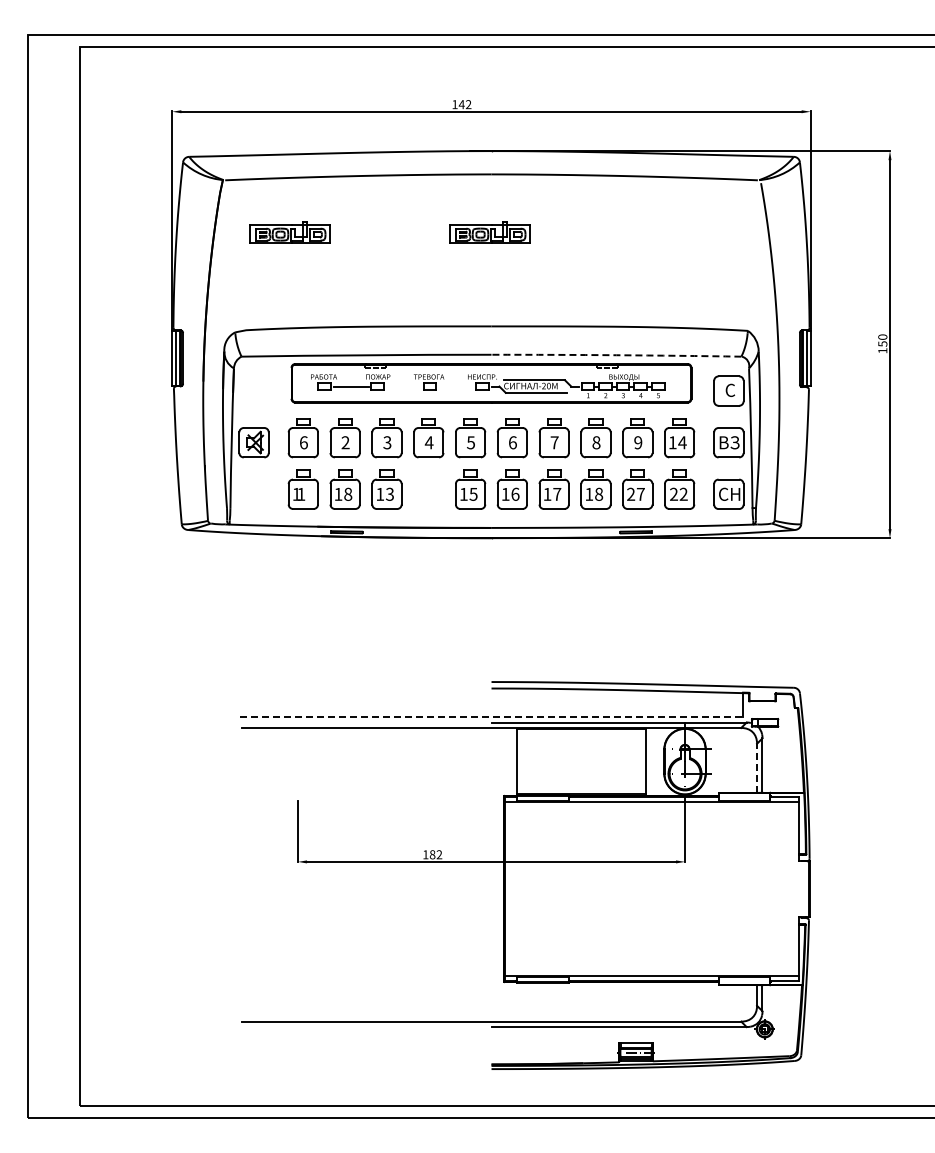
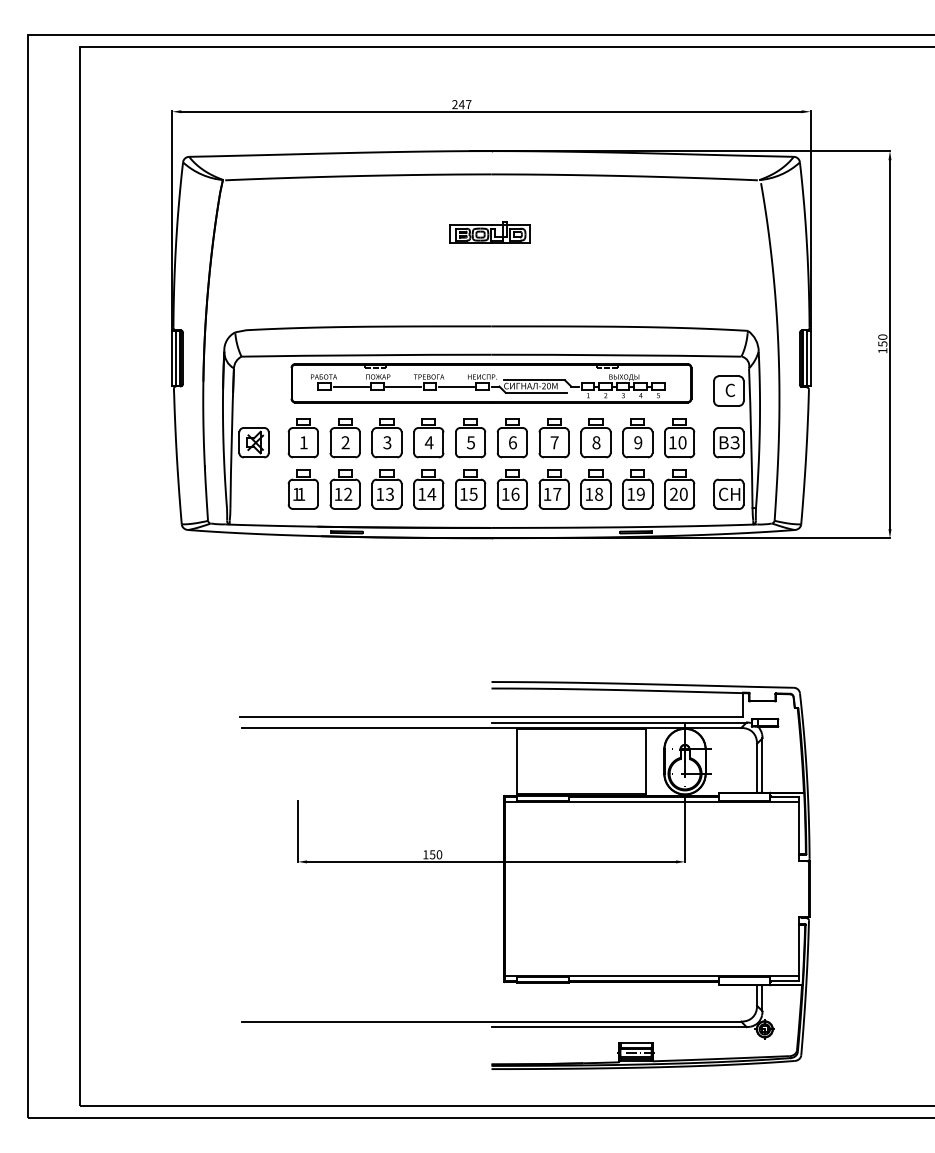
text at (461, 104): 142 -> 247
part at (289, 232): present -> none
arc at (616, 355): dashed -> solid
line at (403, 386): none -> present
line at (455, 386): none -> present
text at (303, 442): 6 -> 1
text at (682, 442): 14 -> 10
part at (428, 489): none -> present
text at (348, 493): 18 -> 12
text at (635, 493): 27 -> 19
text at (683, 493): 22 -> 20
line at (491, 717): dashed -> solid
line at (757, 768): dashed -> solid
text at (435, 854): 182 -> 150
